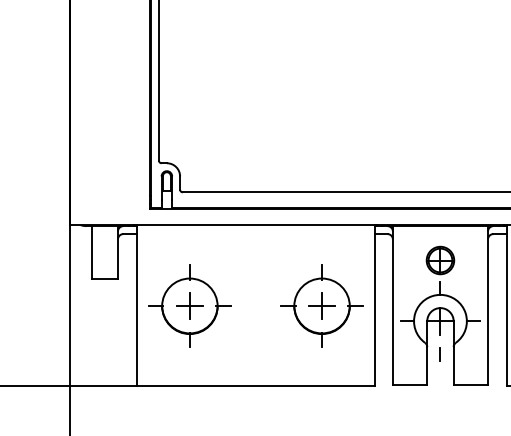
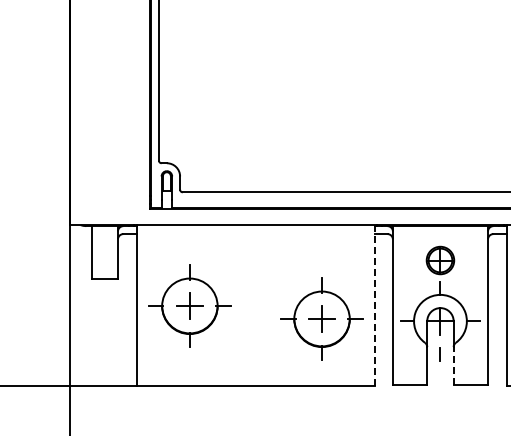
line at (374, 304): solid -> dashed
part at (321, 305) position: (321, 305) -> (321, 318)
line at (453, 365): solid -> dashed
